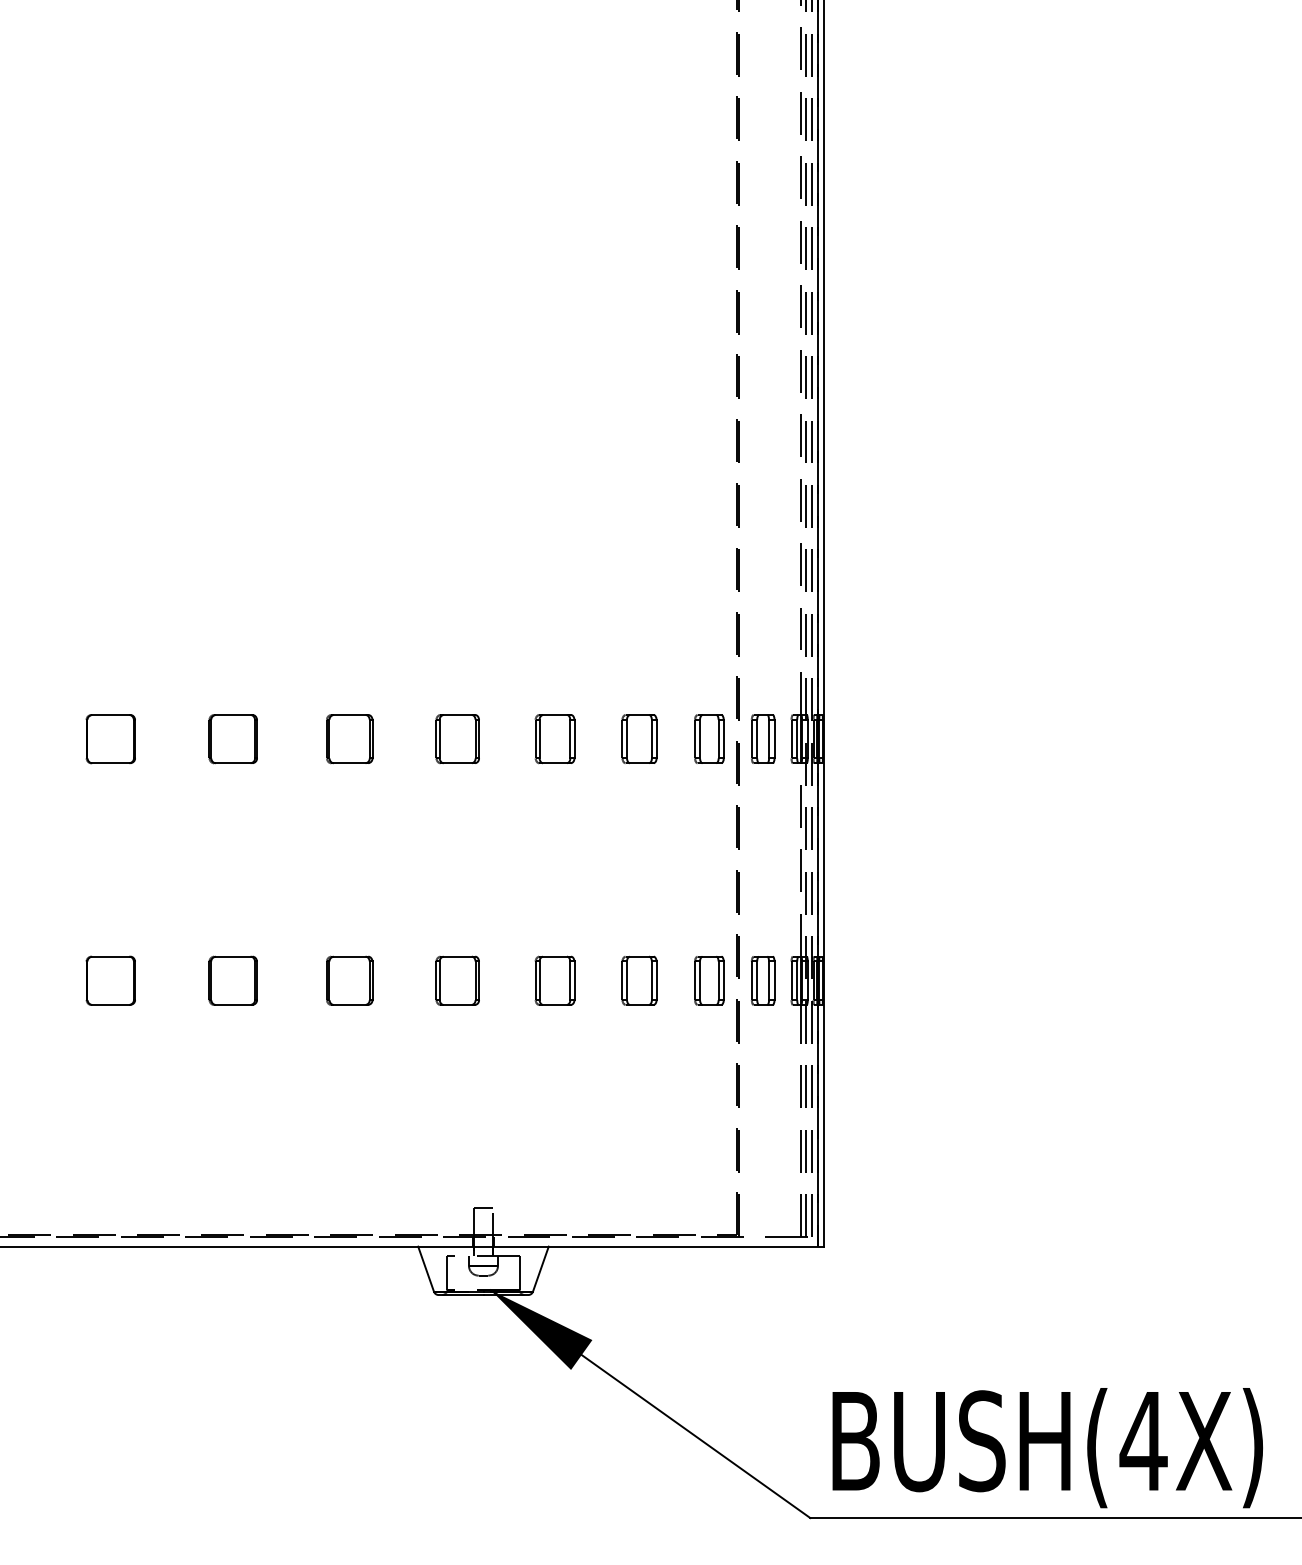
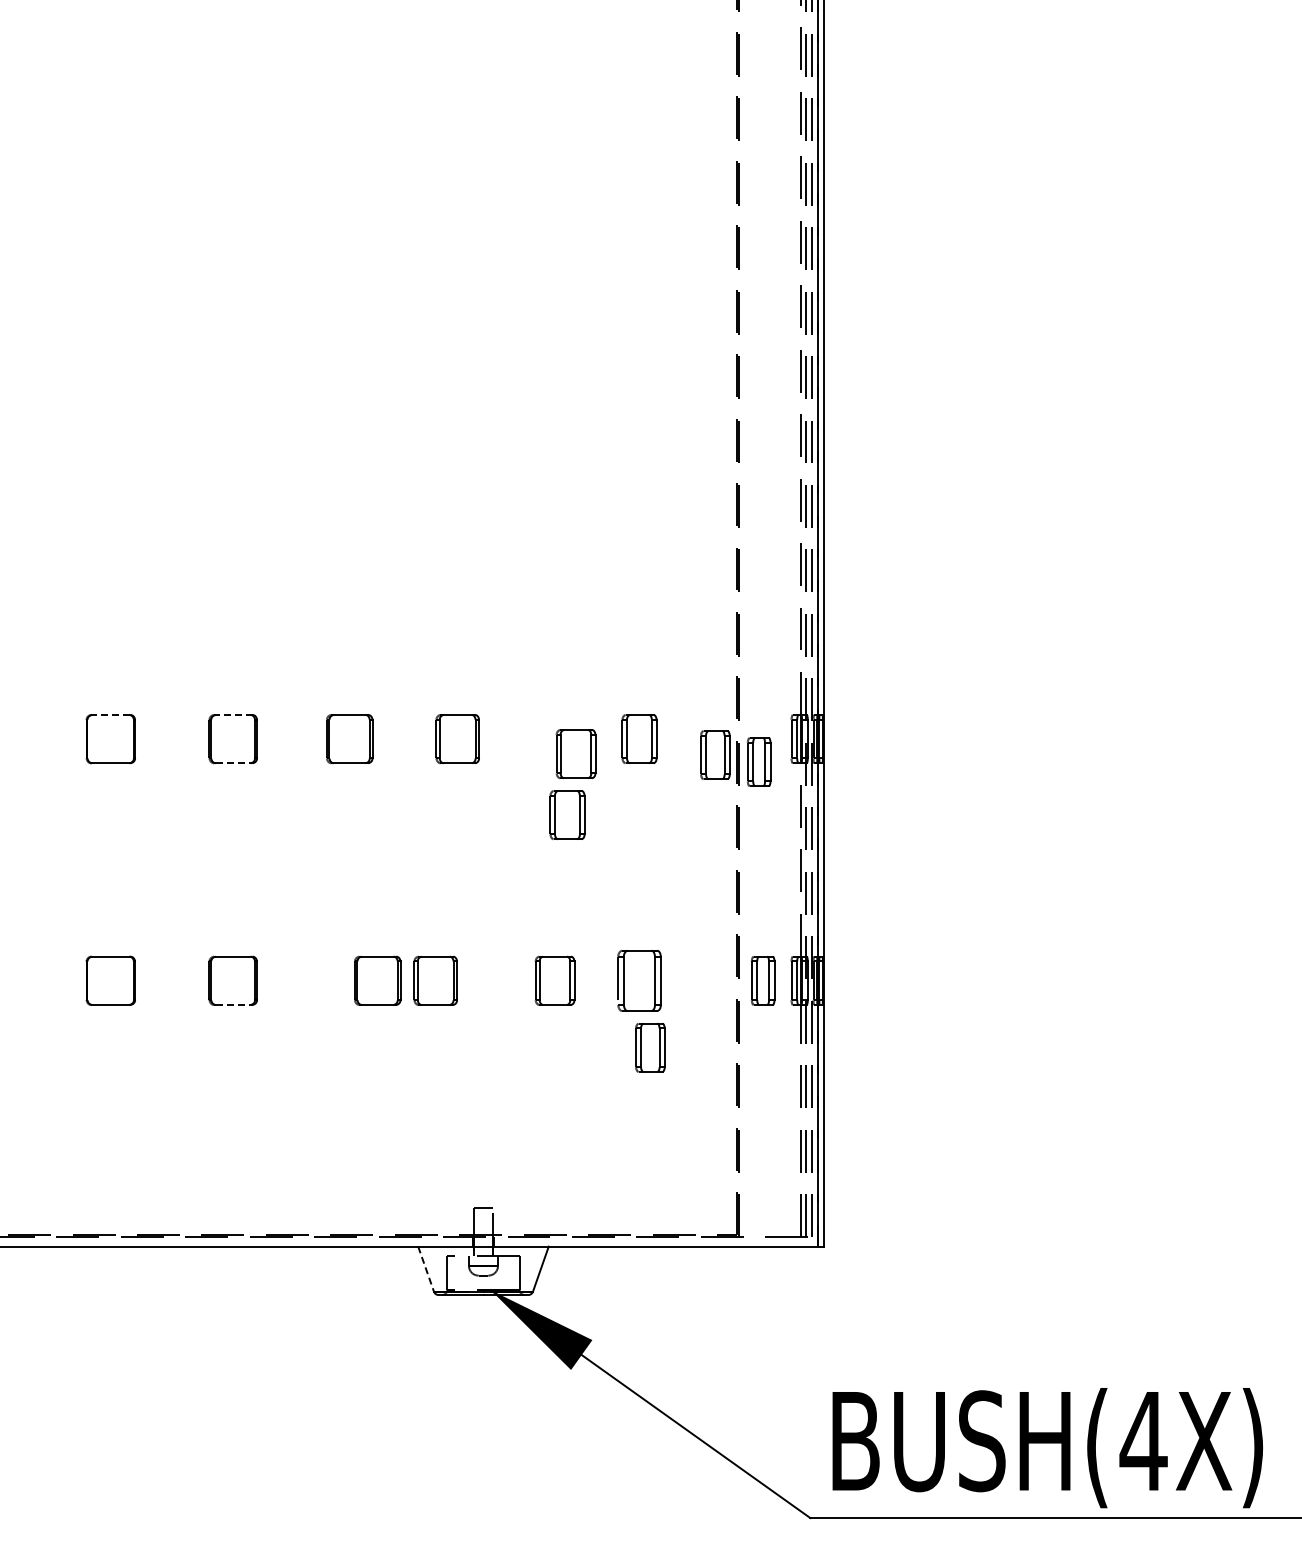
line at (110, 714): solid -> dashed
line at (233, 714): solid -> dashed
part at (709, 738) position: (709, 738) -> (715, 754)
part at (762, 738) position: (762, 738) -> (758, 761)
part at (554, 739) position: (554, 739) -> (575, 754)
line at (234, 763): solid -> dashed
part at (567, 814): none -> present
part at (349, 980) position: (349, 980) -> (377, 980)
part at (457, 980) position: (457, 980) -> (435, 980)
part at (639, 980) size: 37x51 px -> 45x63 px
part at (709, 980) position: (709, 980) -> (650, 1047)
line at (234, 1004): solid -> dashed
line at (426, 1269): solid -> dashed
